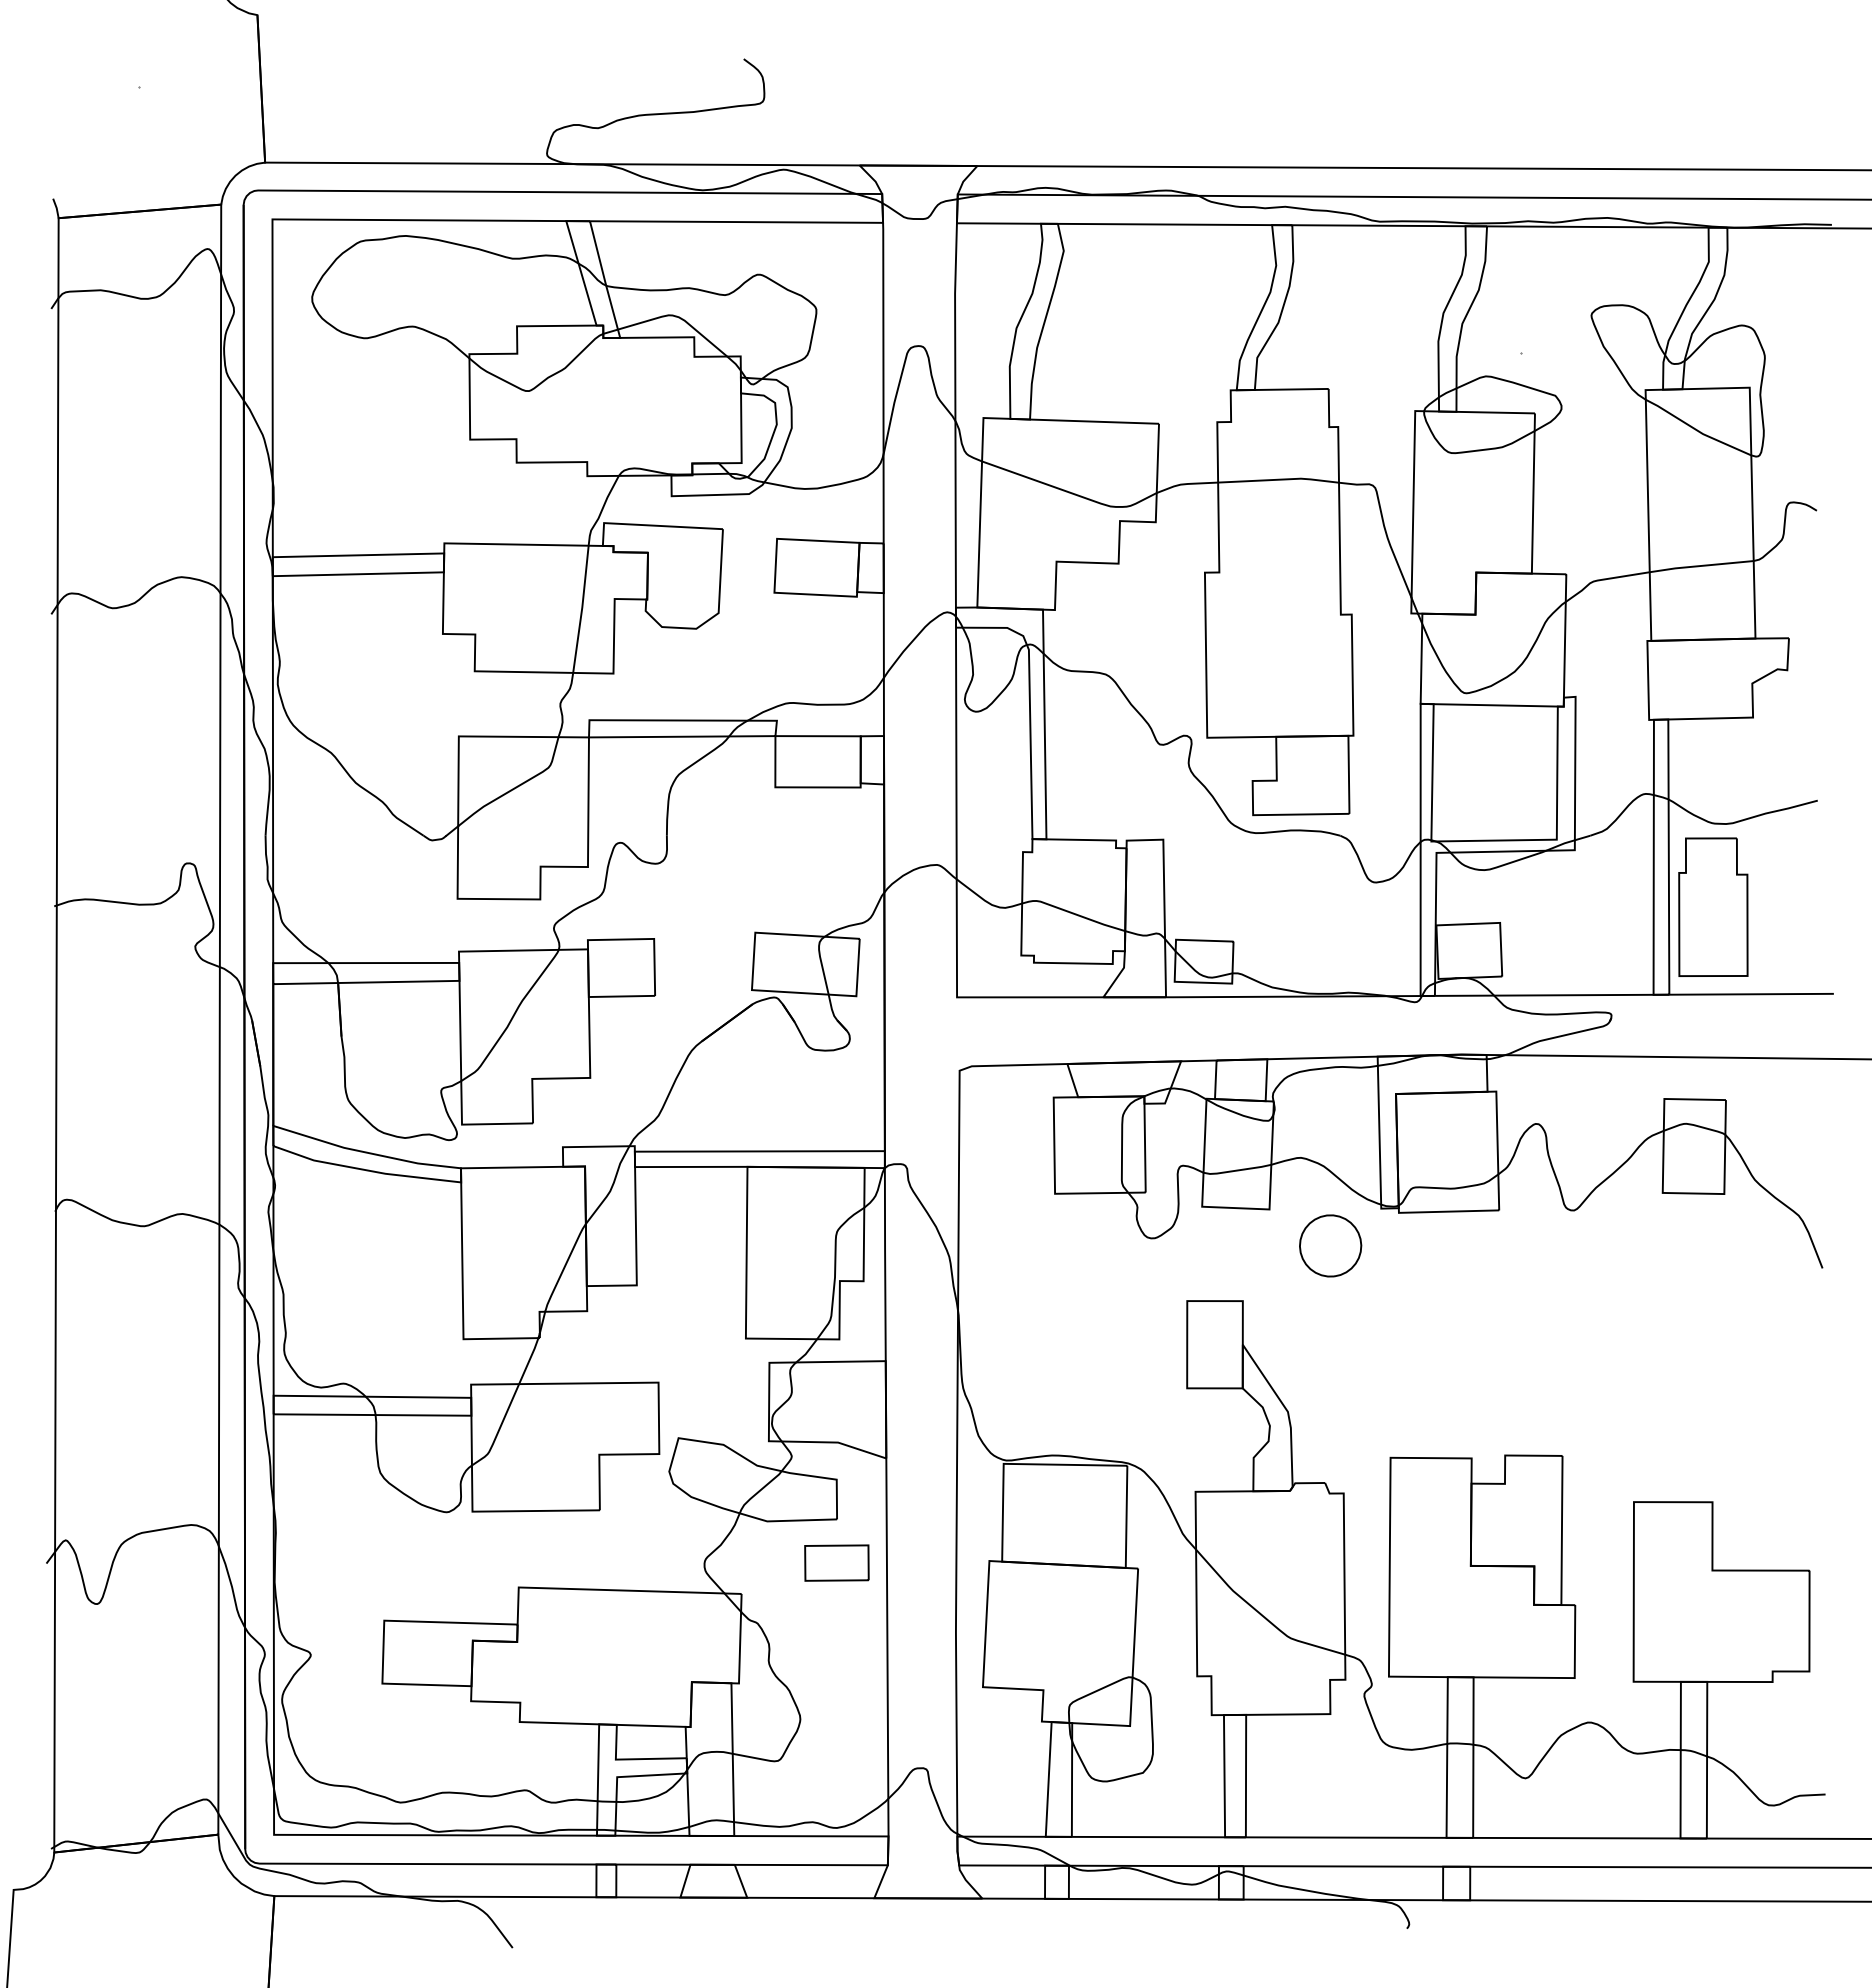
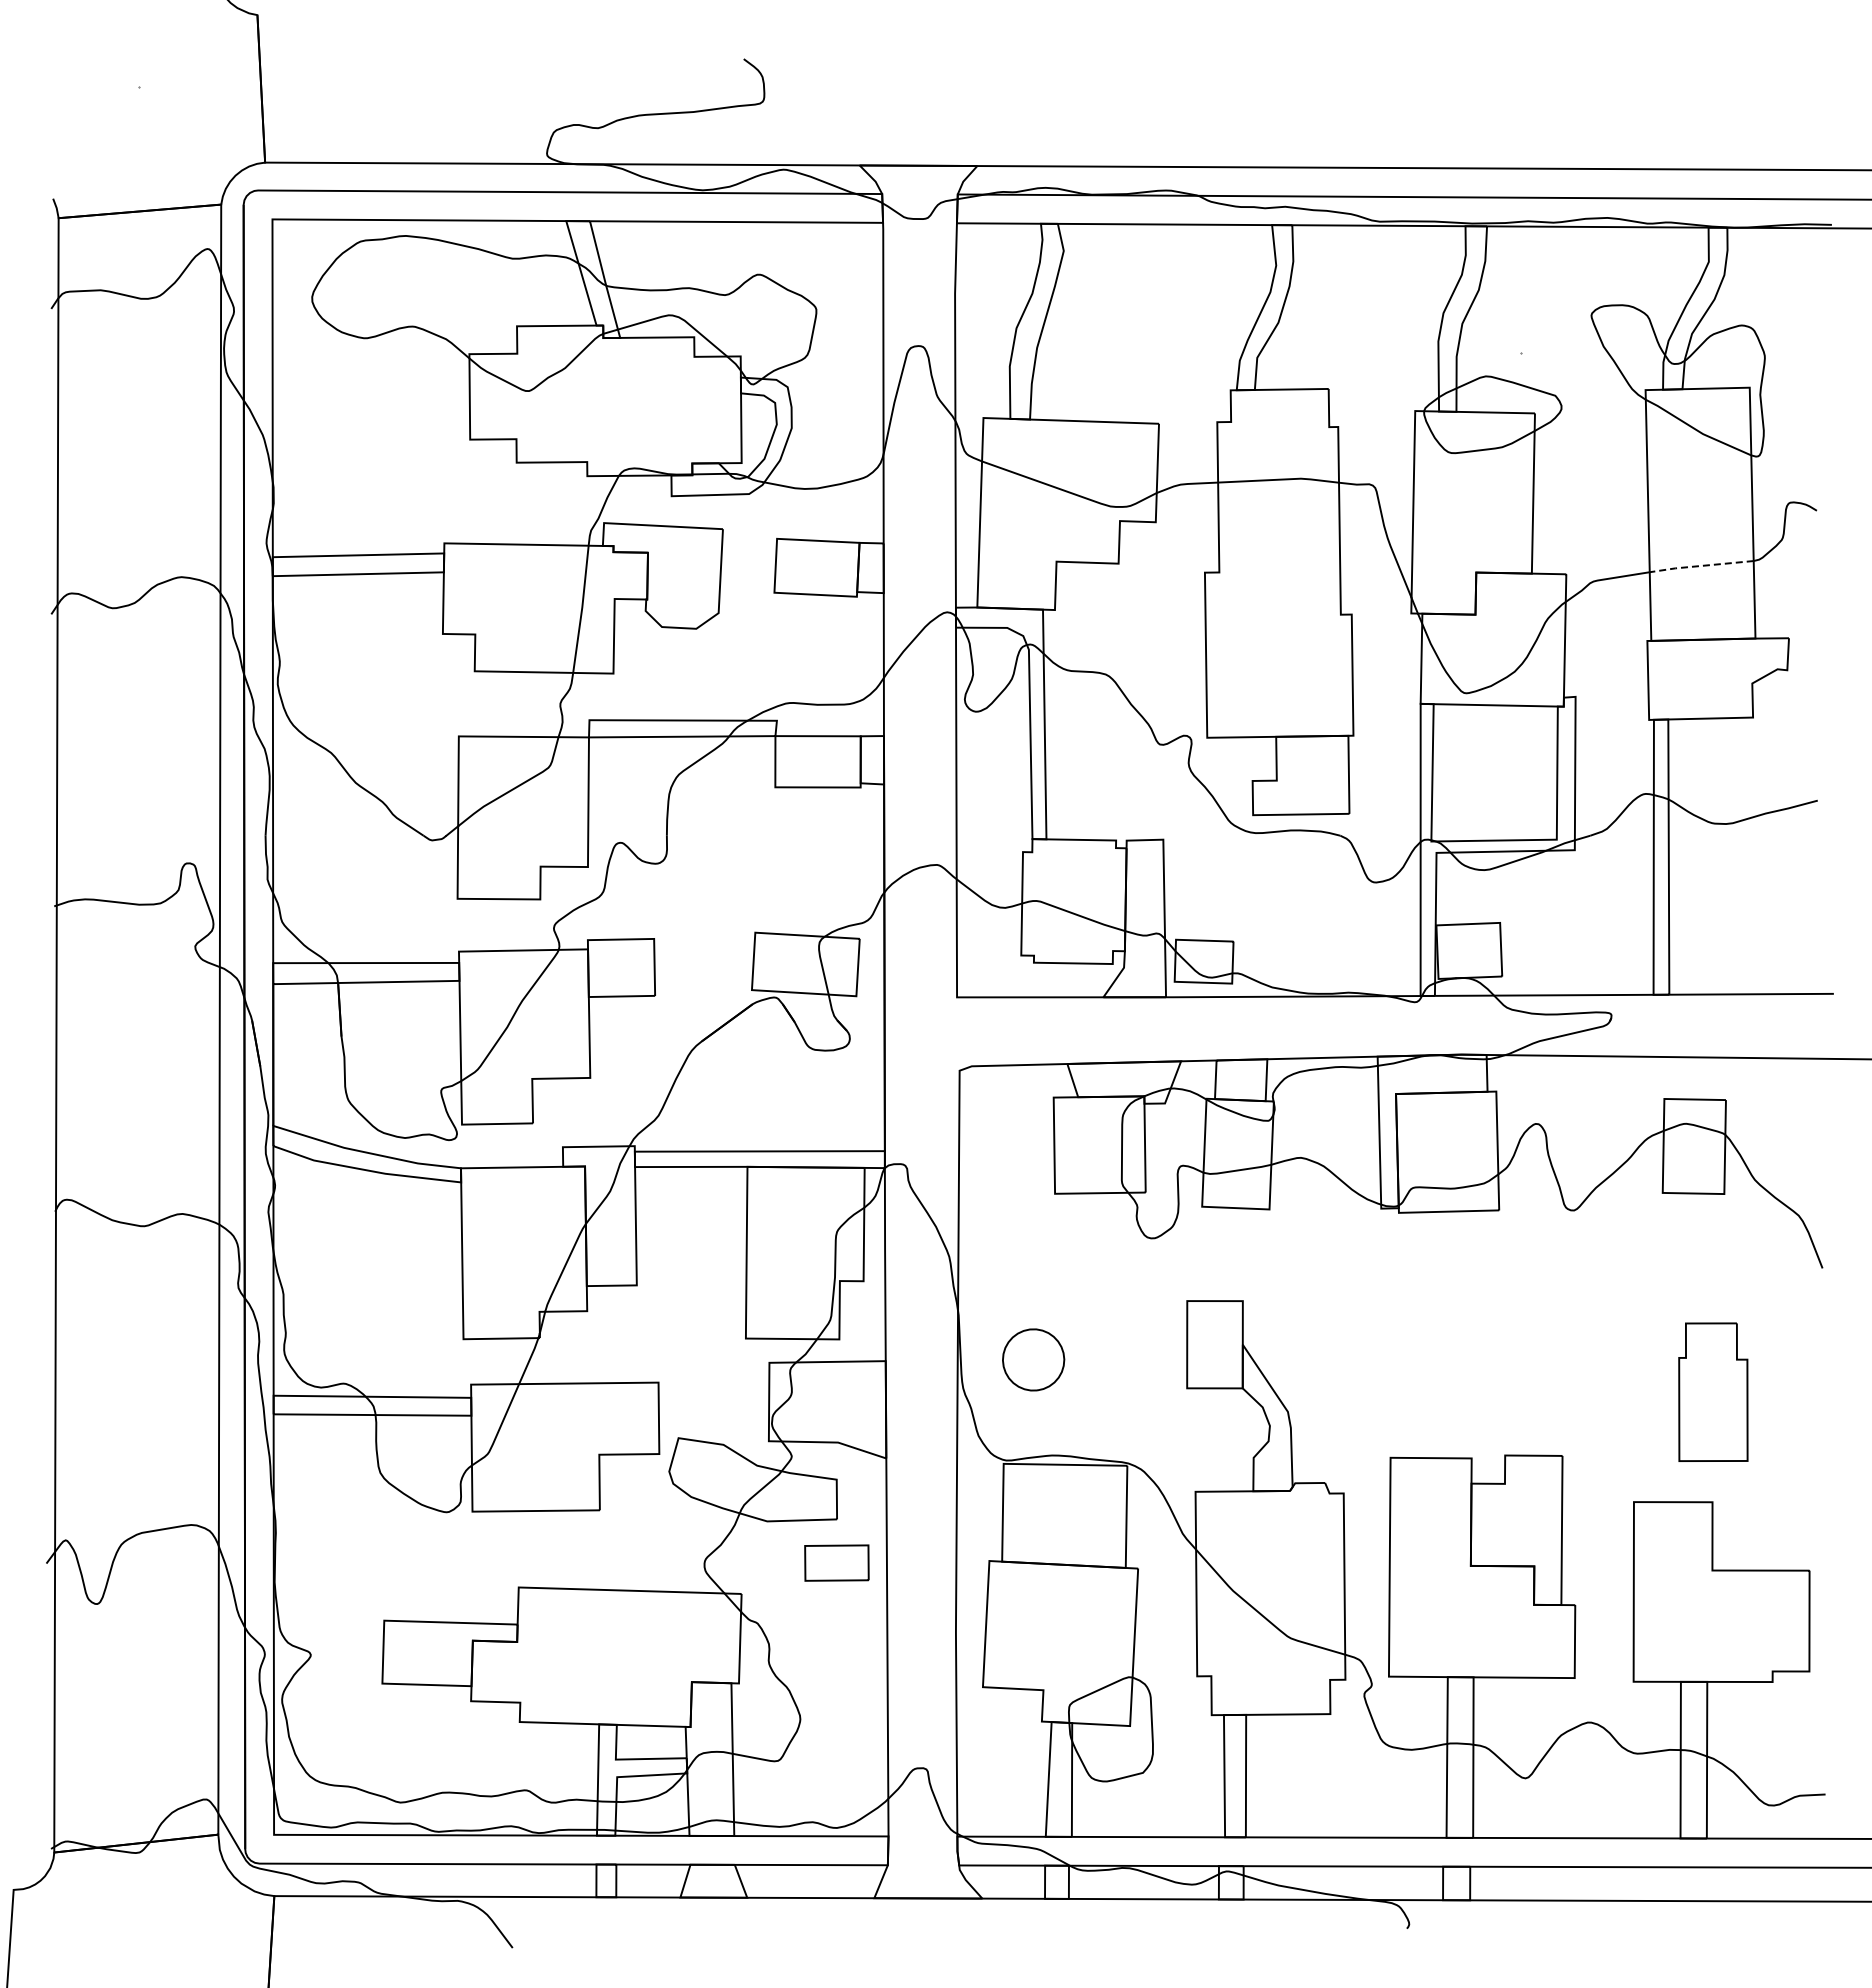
line at (1701, 565): solid -> dashed
part at (1713, 906) position: (1713, 906) -> (1713, 1391)
part at (1330, 1245) position: (1330, 1245) -> (1033, 1359)
